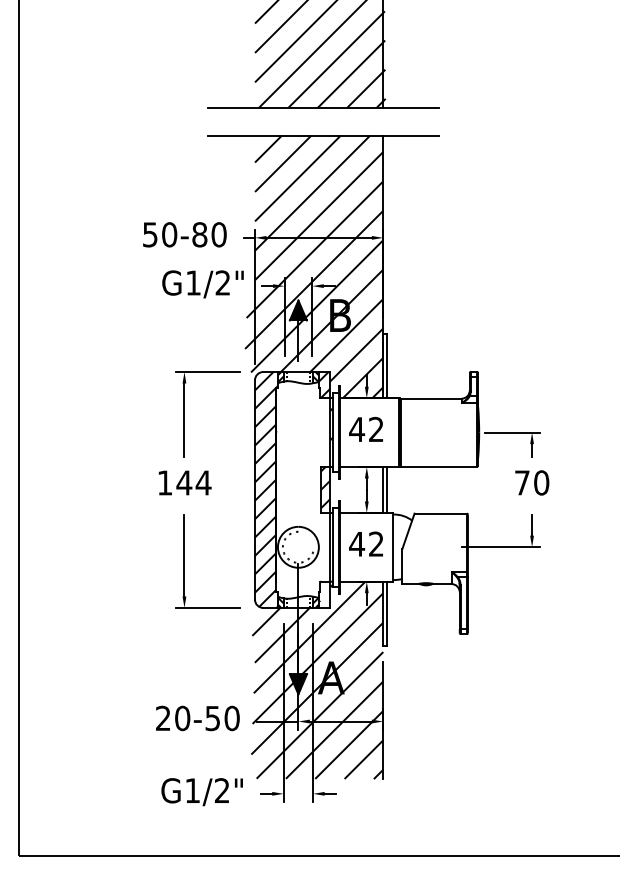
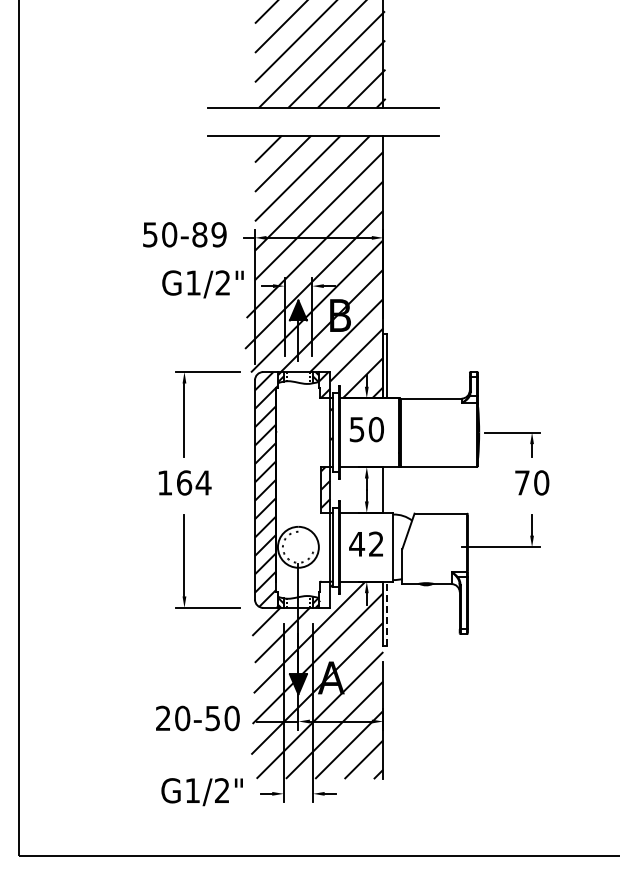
text at (218, 234): 50-80 -> 50-89
text at (366, 429): 42 -> 50
text at (184, 482): 144 -> 164
line at (387, 489): present -> none
line at (387, 613): solid -> dashed
